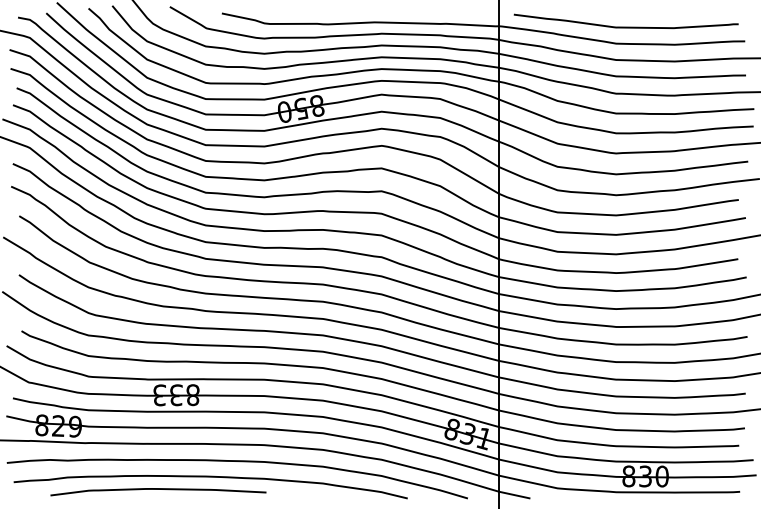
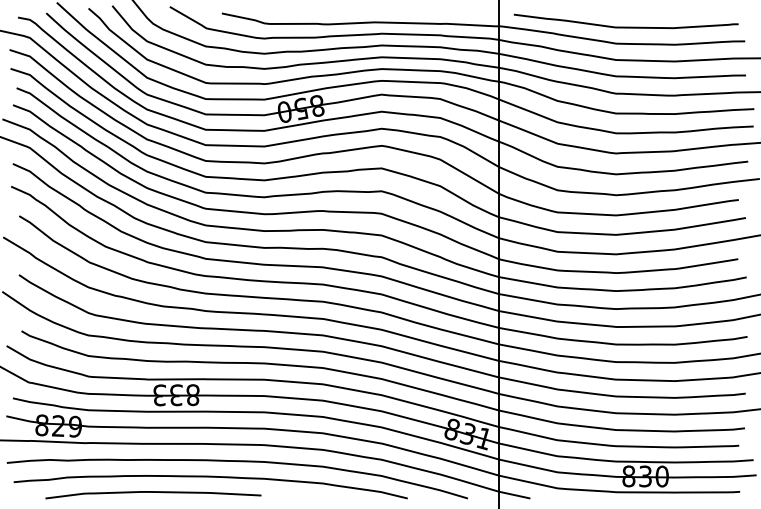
curve at (158, 489) position: (158, 489) -> (153, 492)
